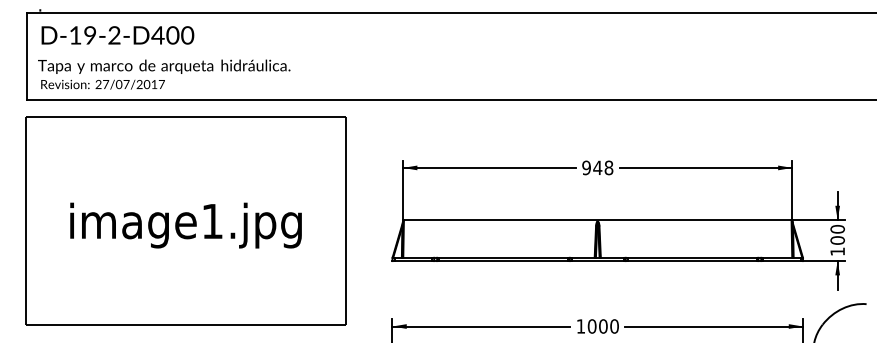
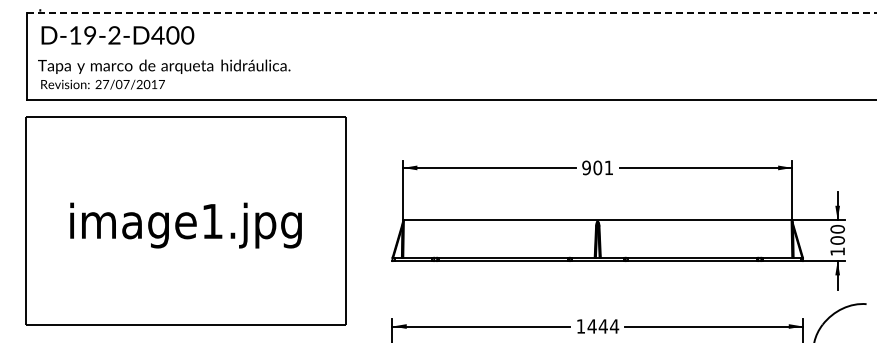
line at (451, 12): solid -> dashed
text at (603, 167): 948 -> 901
text at (603, 326): 1000 -> 1444
